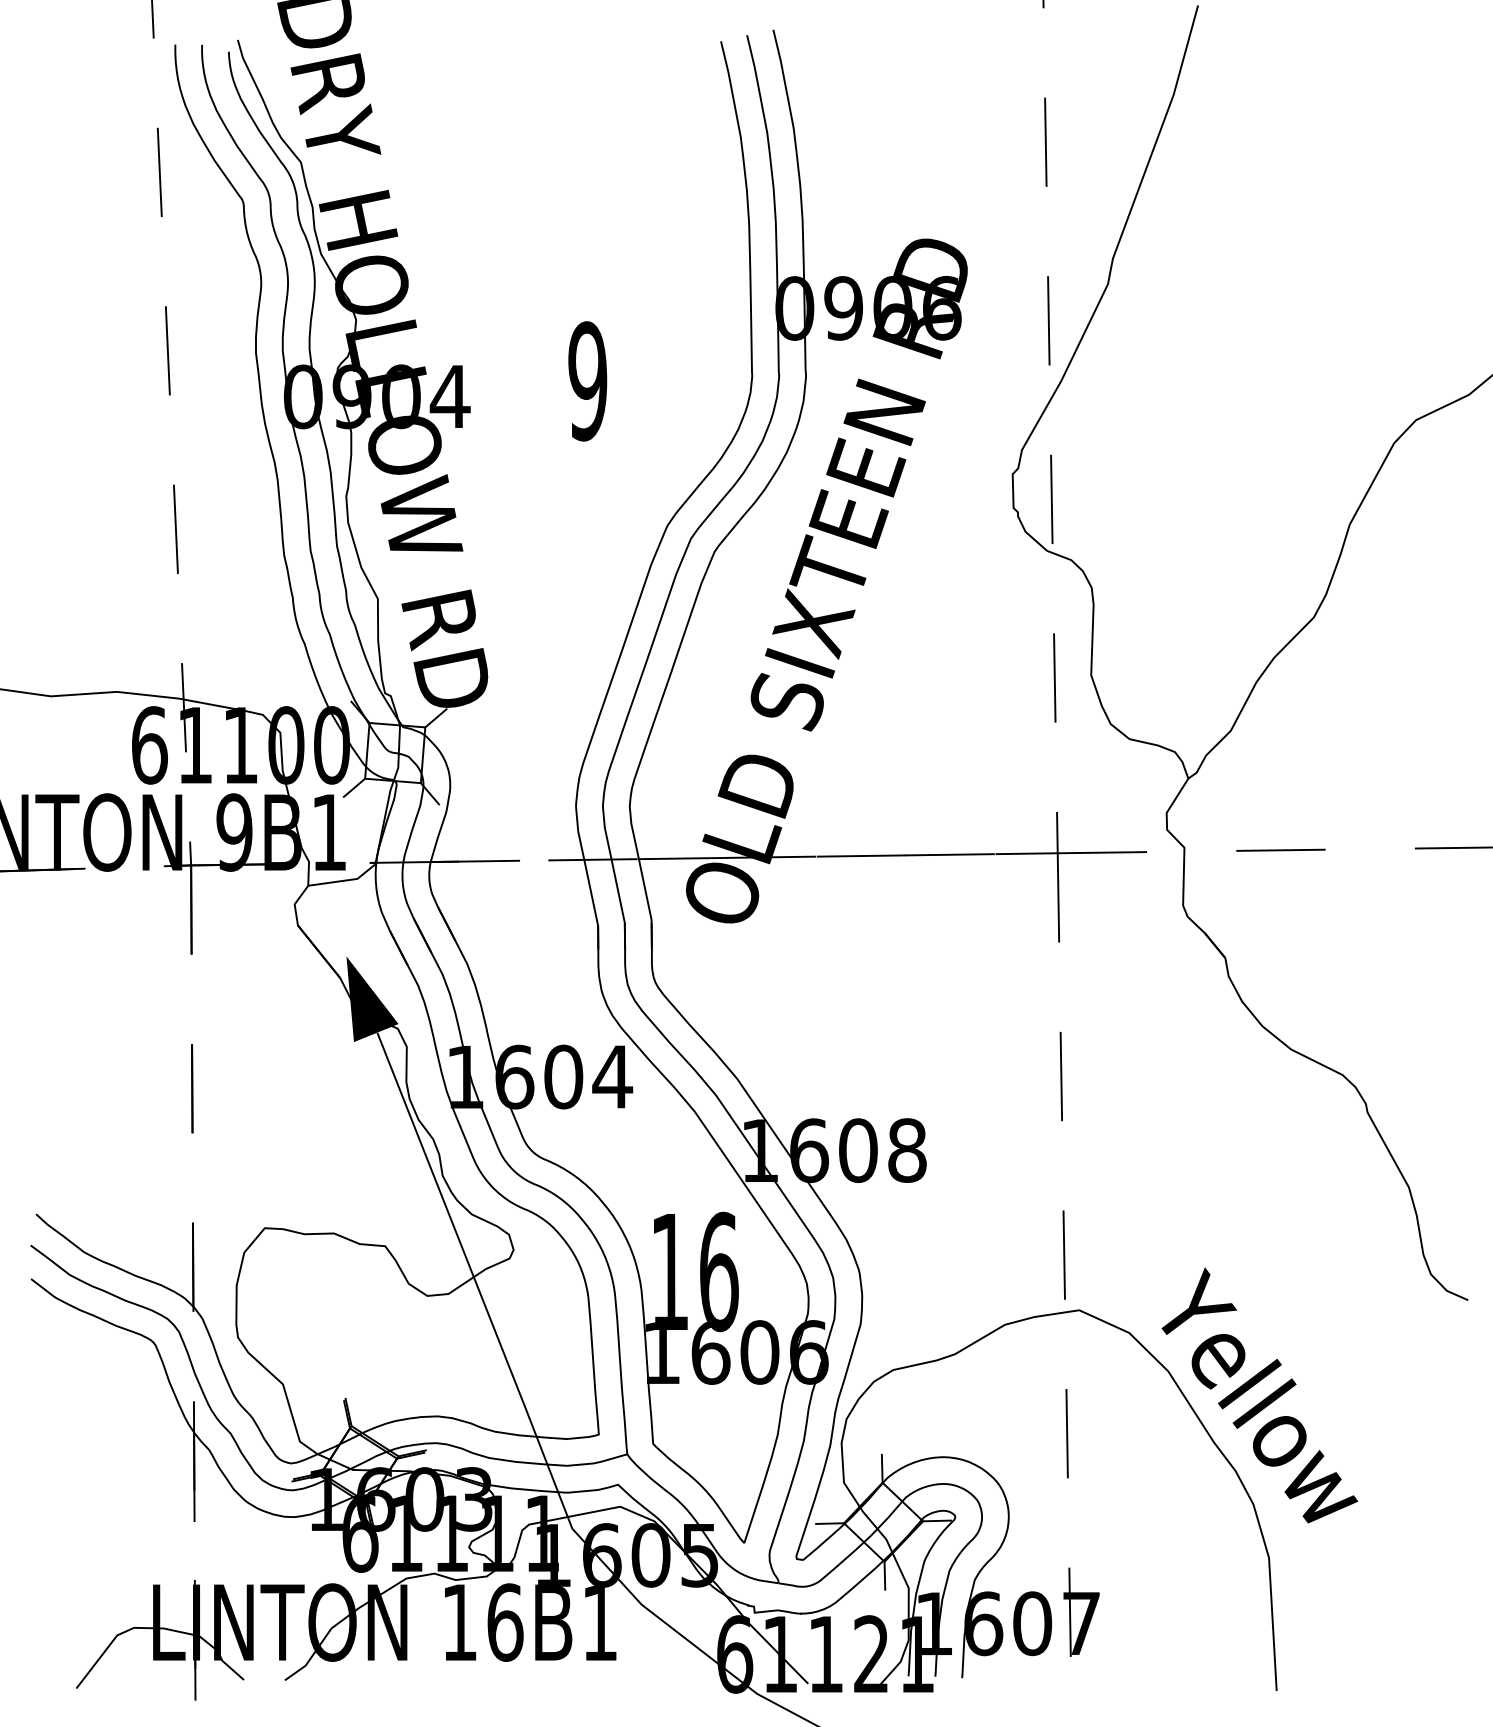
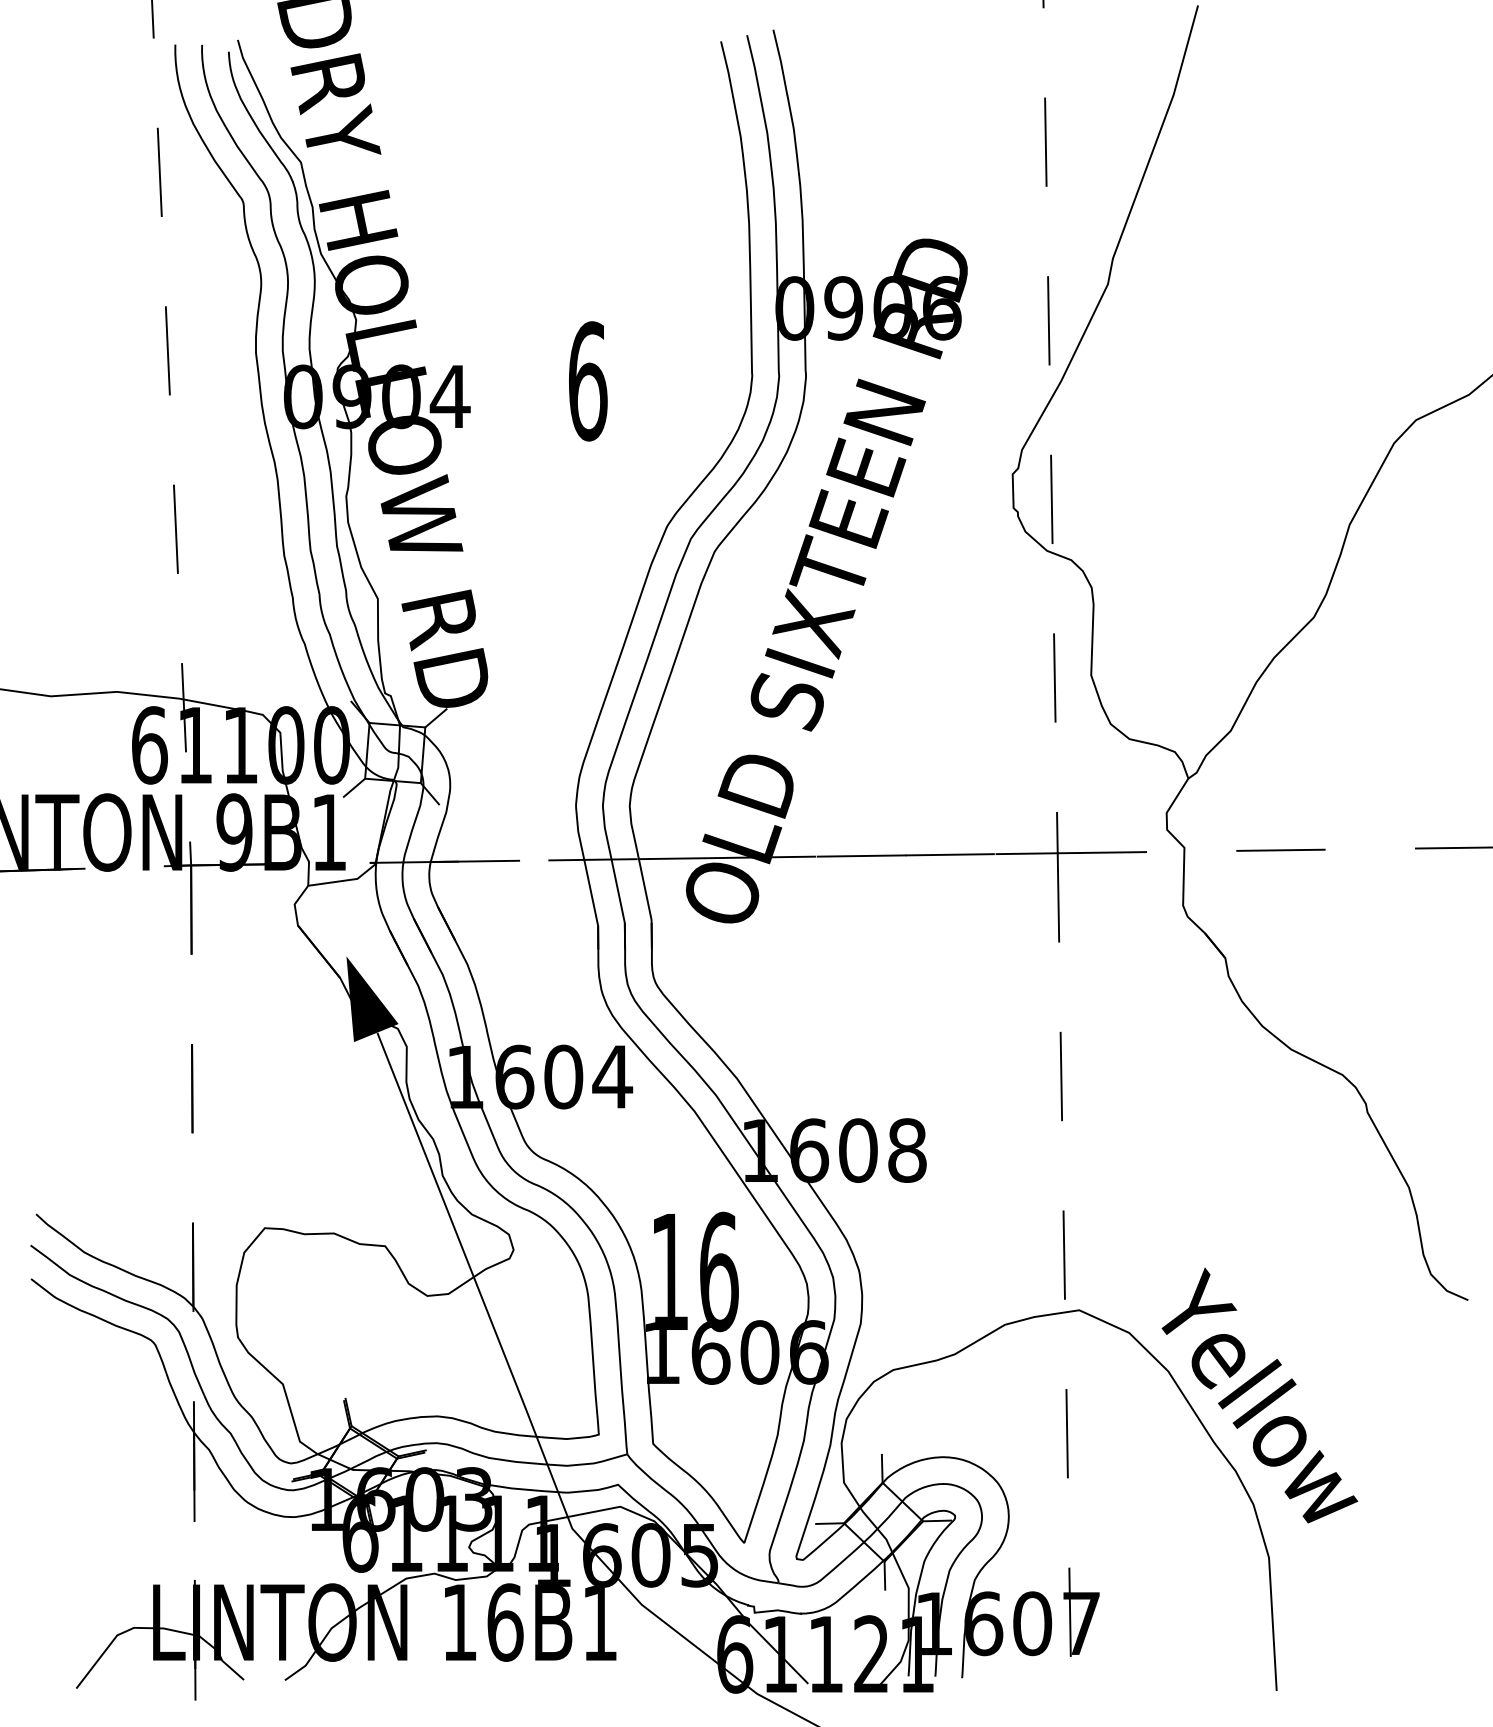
text at (587, 381): 9 -> 6
